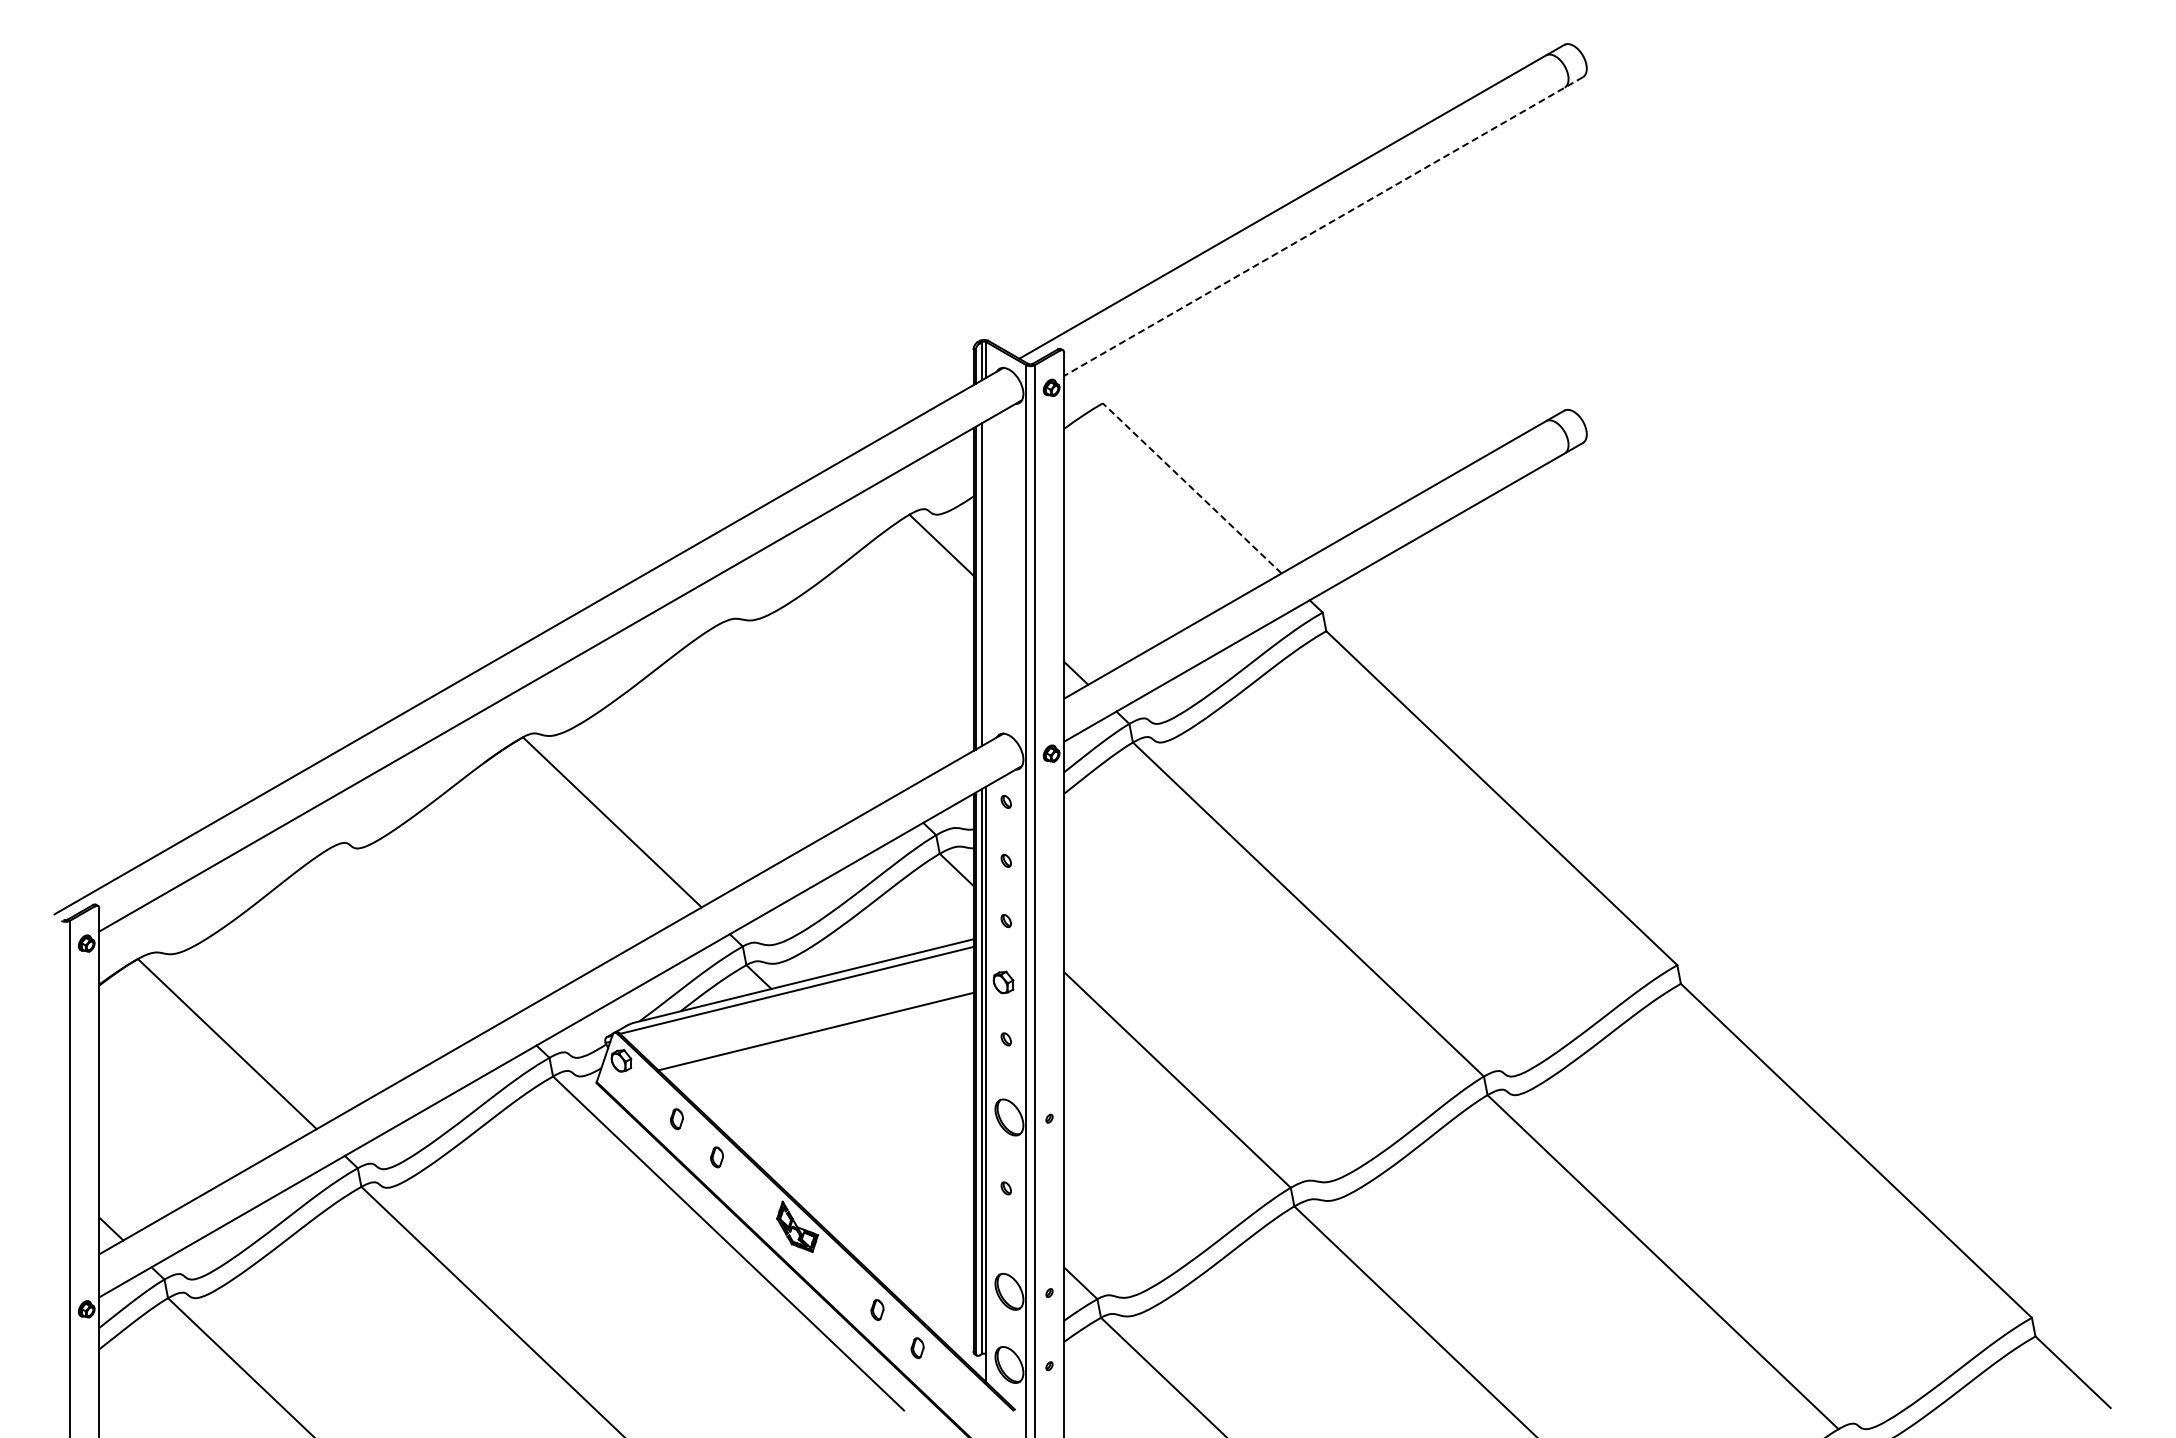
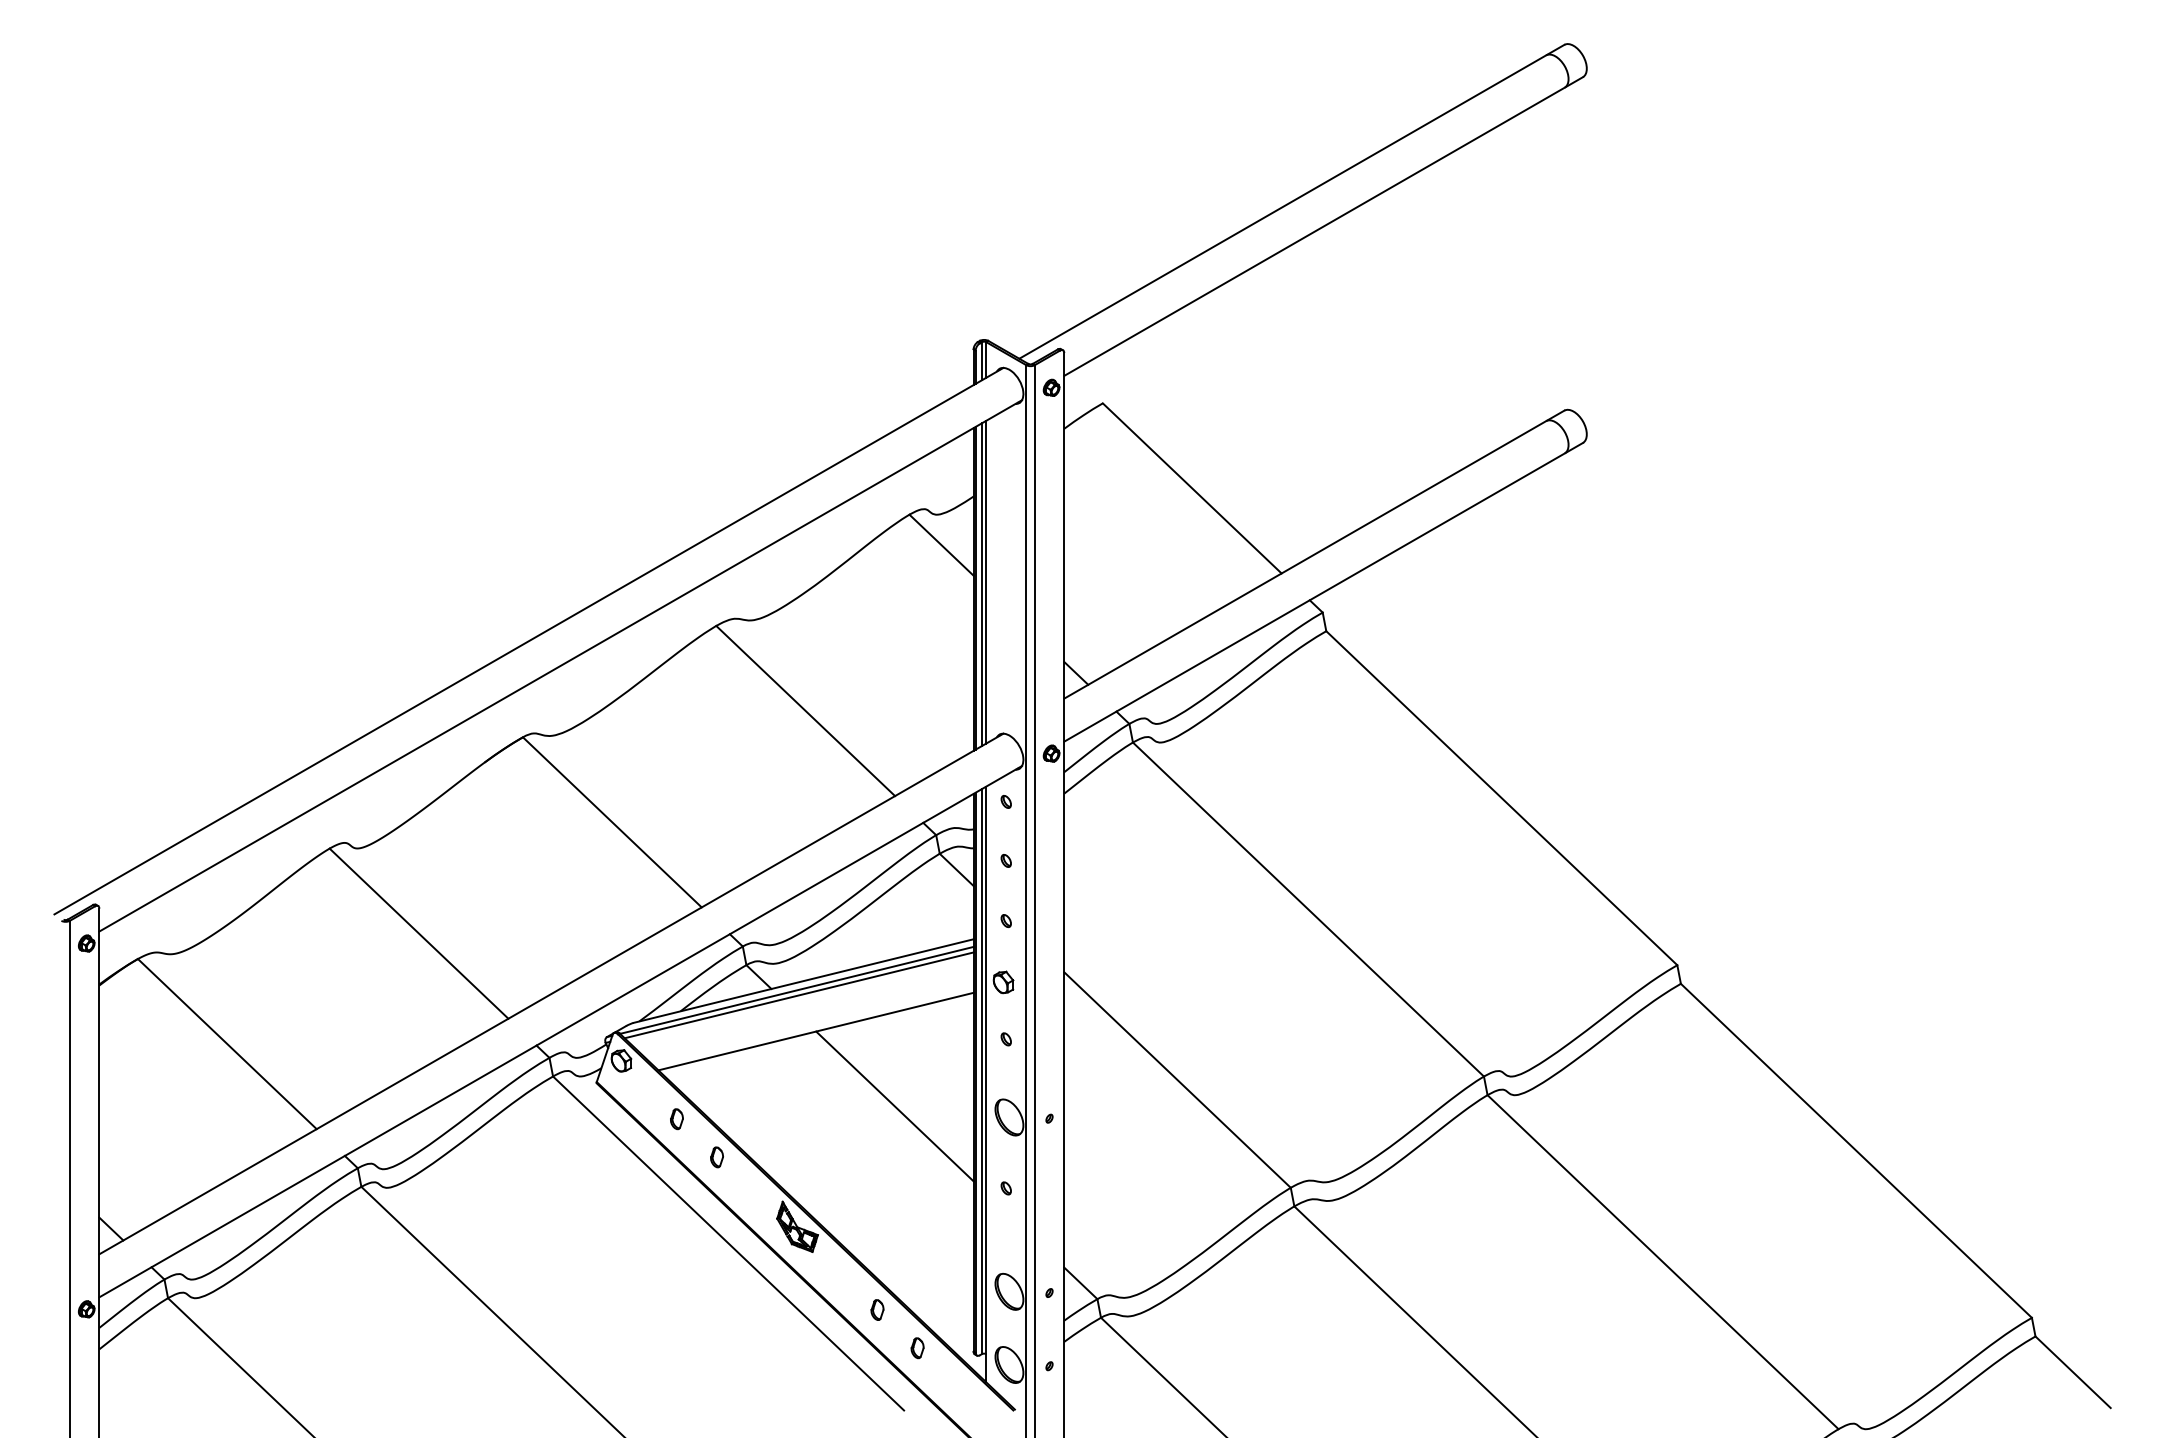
line at (1323, 226): dashed -> solid
line at (1191, 488): dashed -> solid
line at (986, 581): none -> present
line at (805, 710): none -> present
line at (418, 933): none -> present
line at (798, 995): none -> present
line at (894, 1106): none -> present
